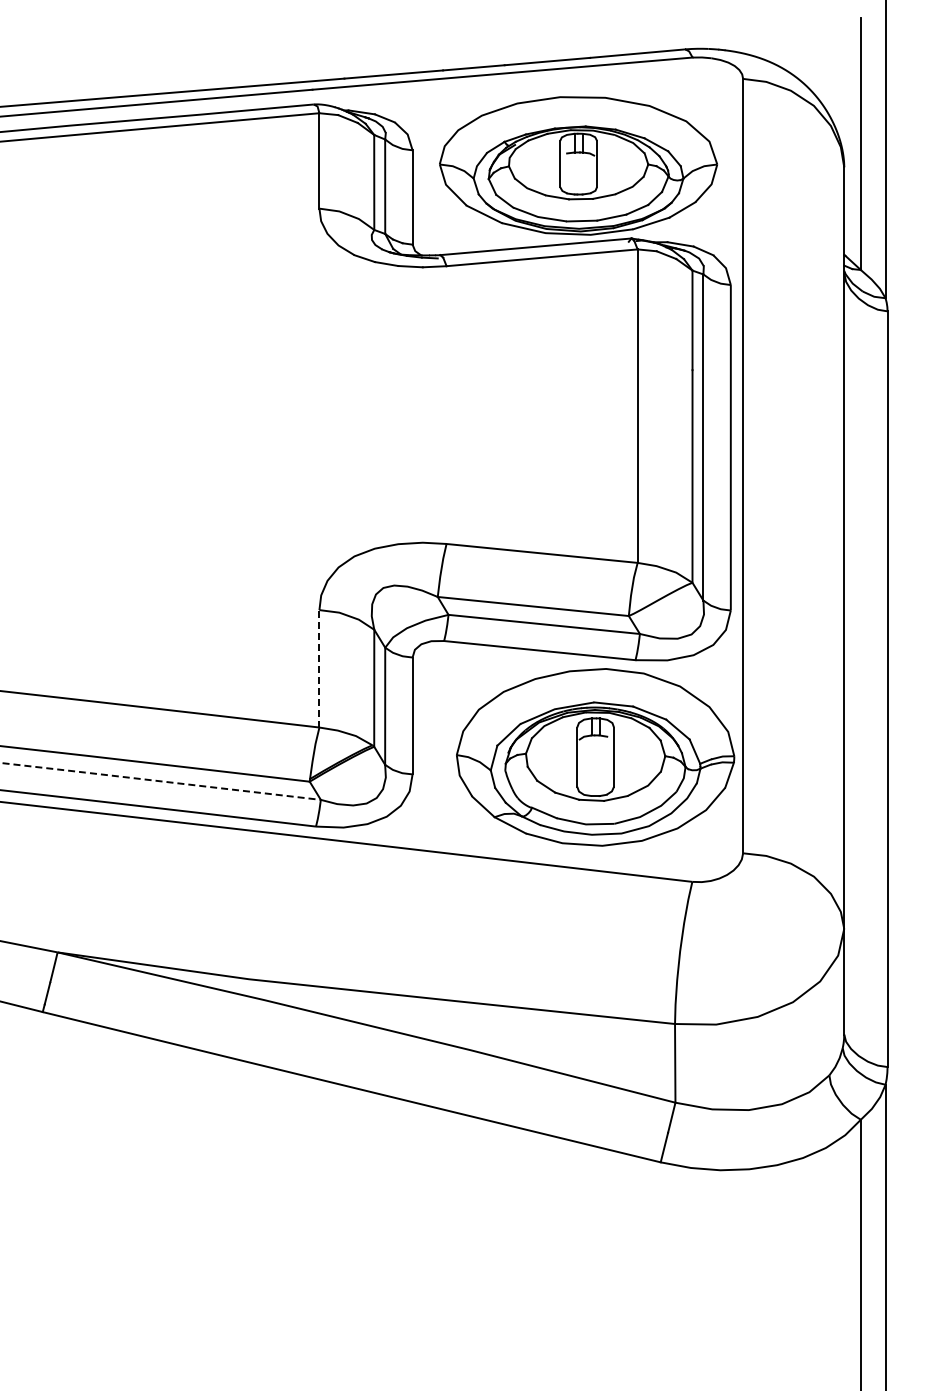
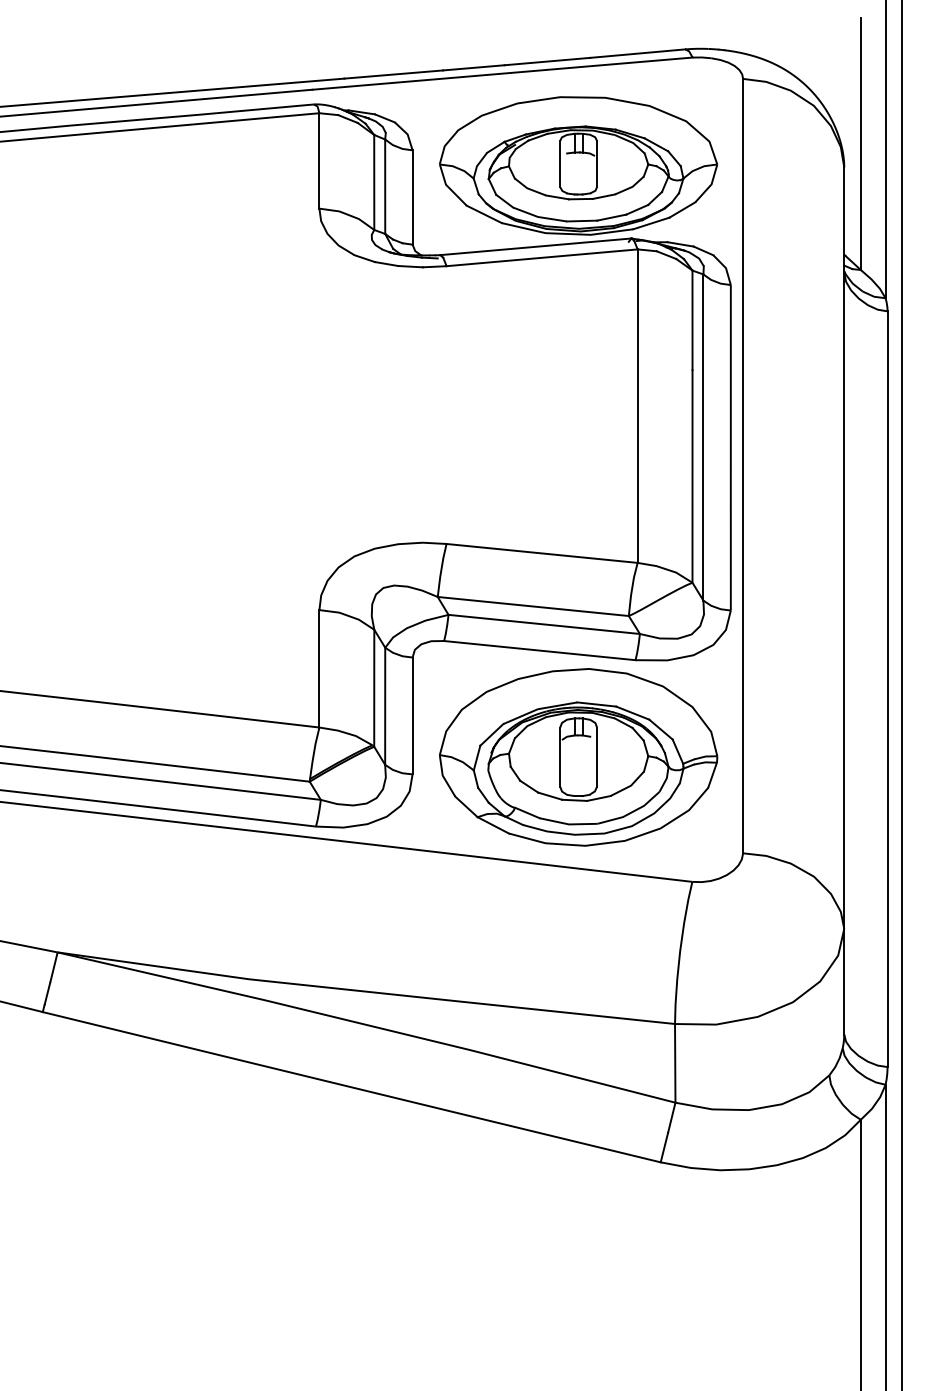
line at (319, 668): dashed -> solid
line at (902, 694): none -> present
part at (595, 757) position: (595, 757) -> (578, 757)
line at (160, 781): dashed -> solid
